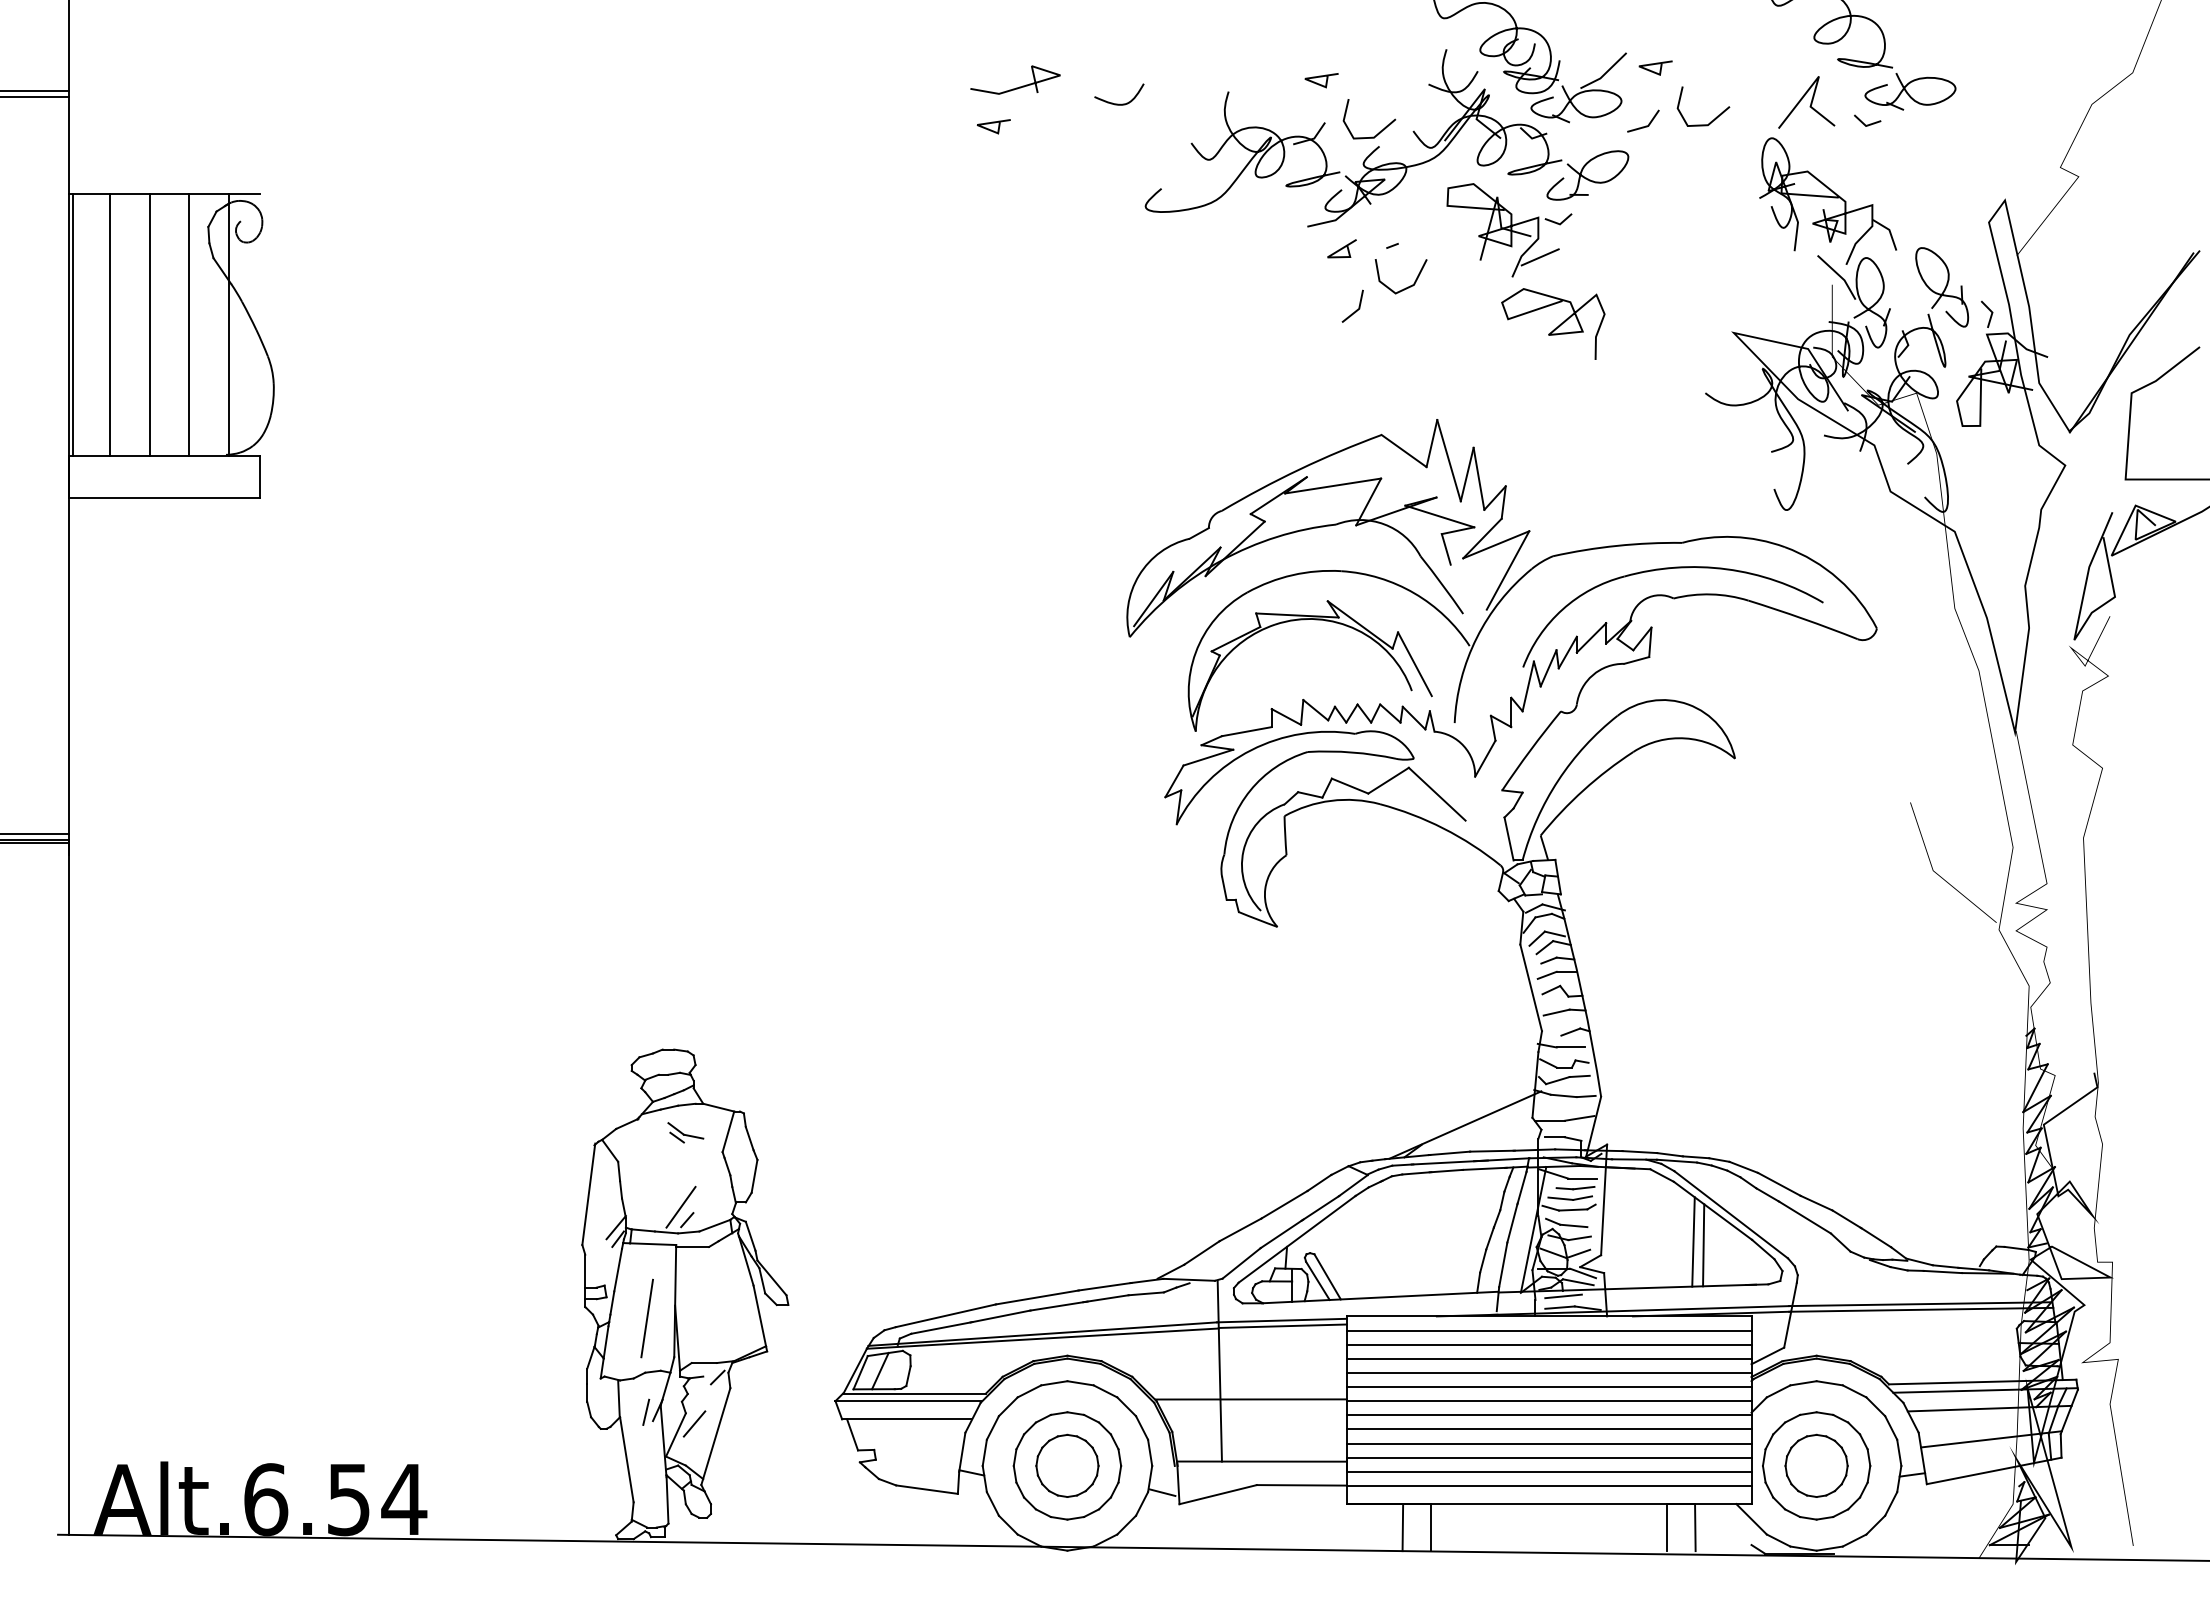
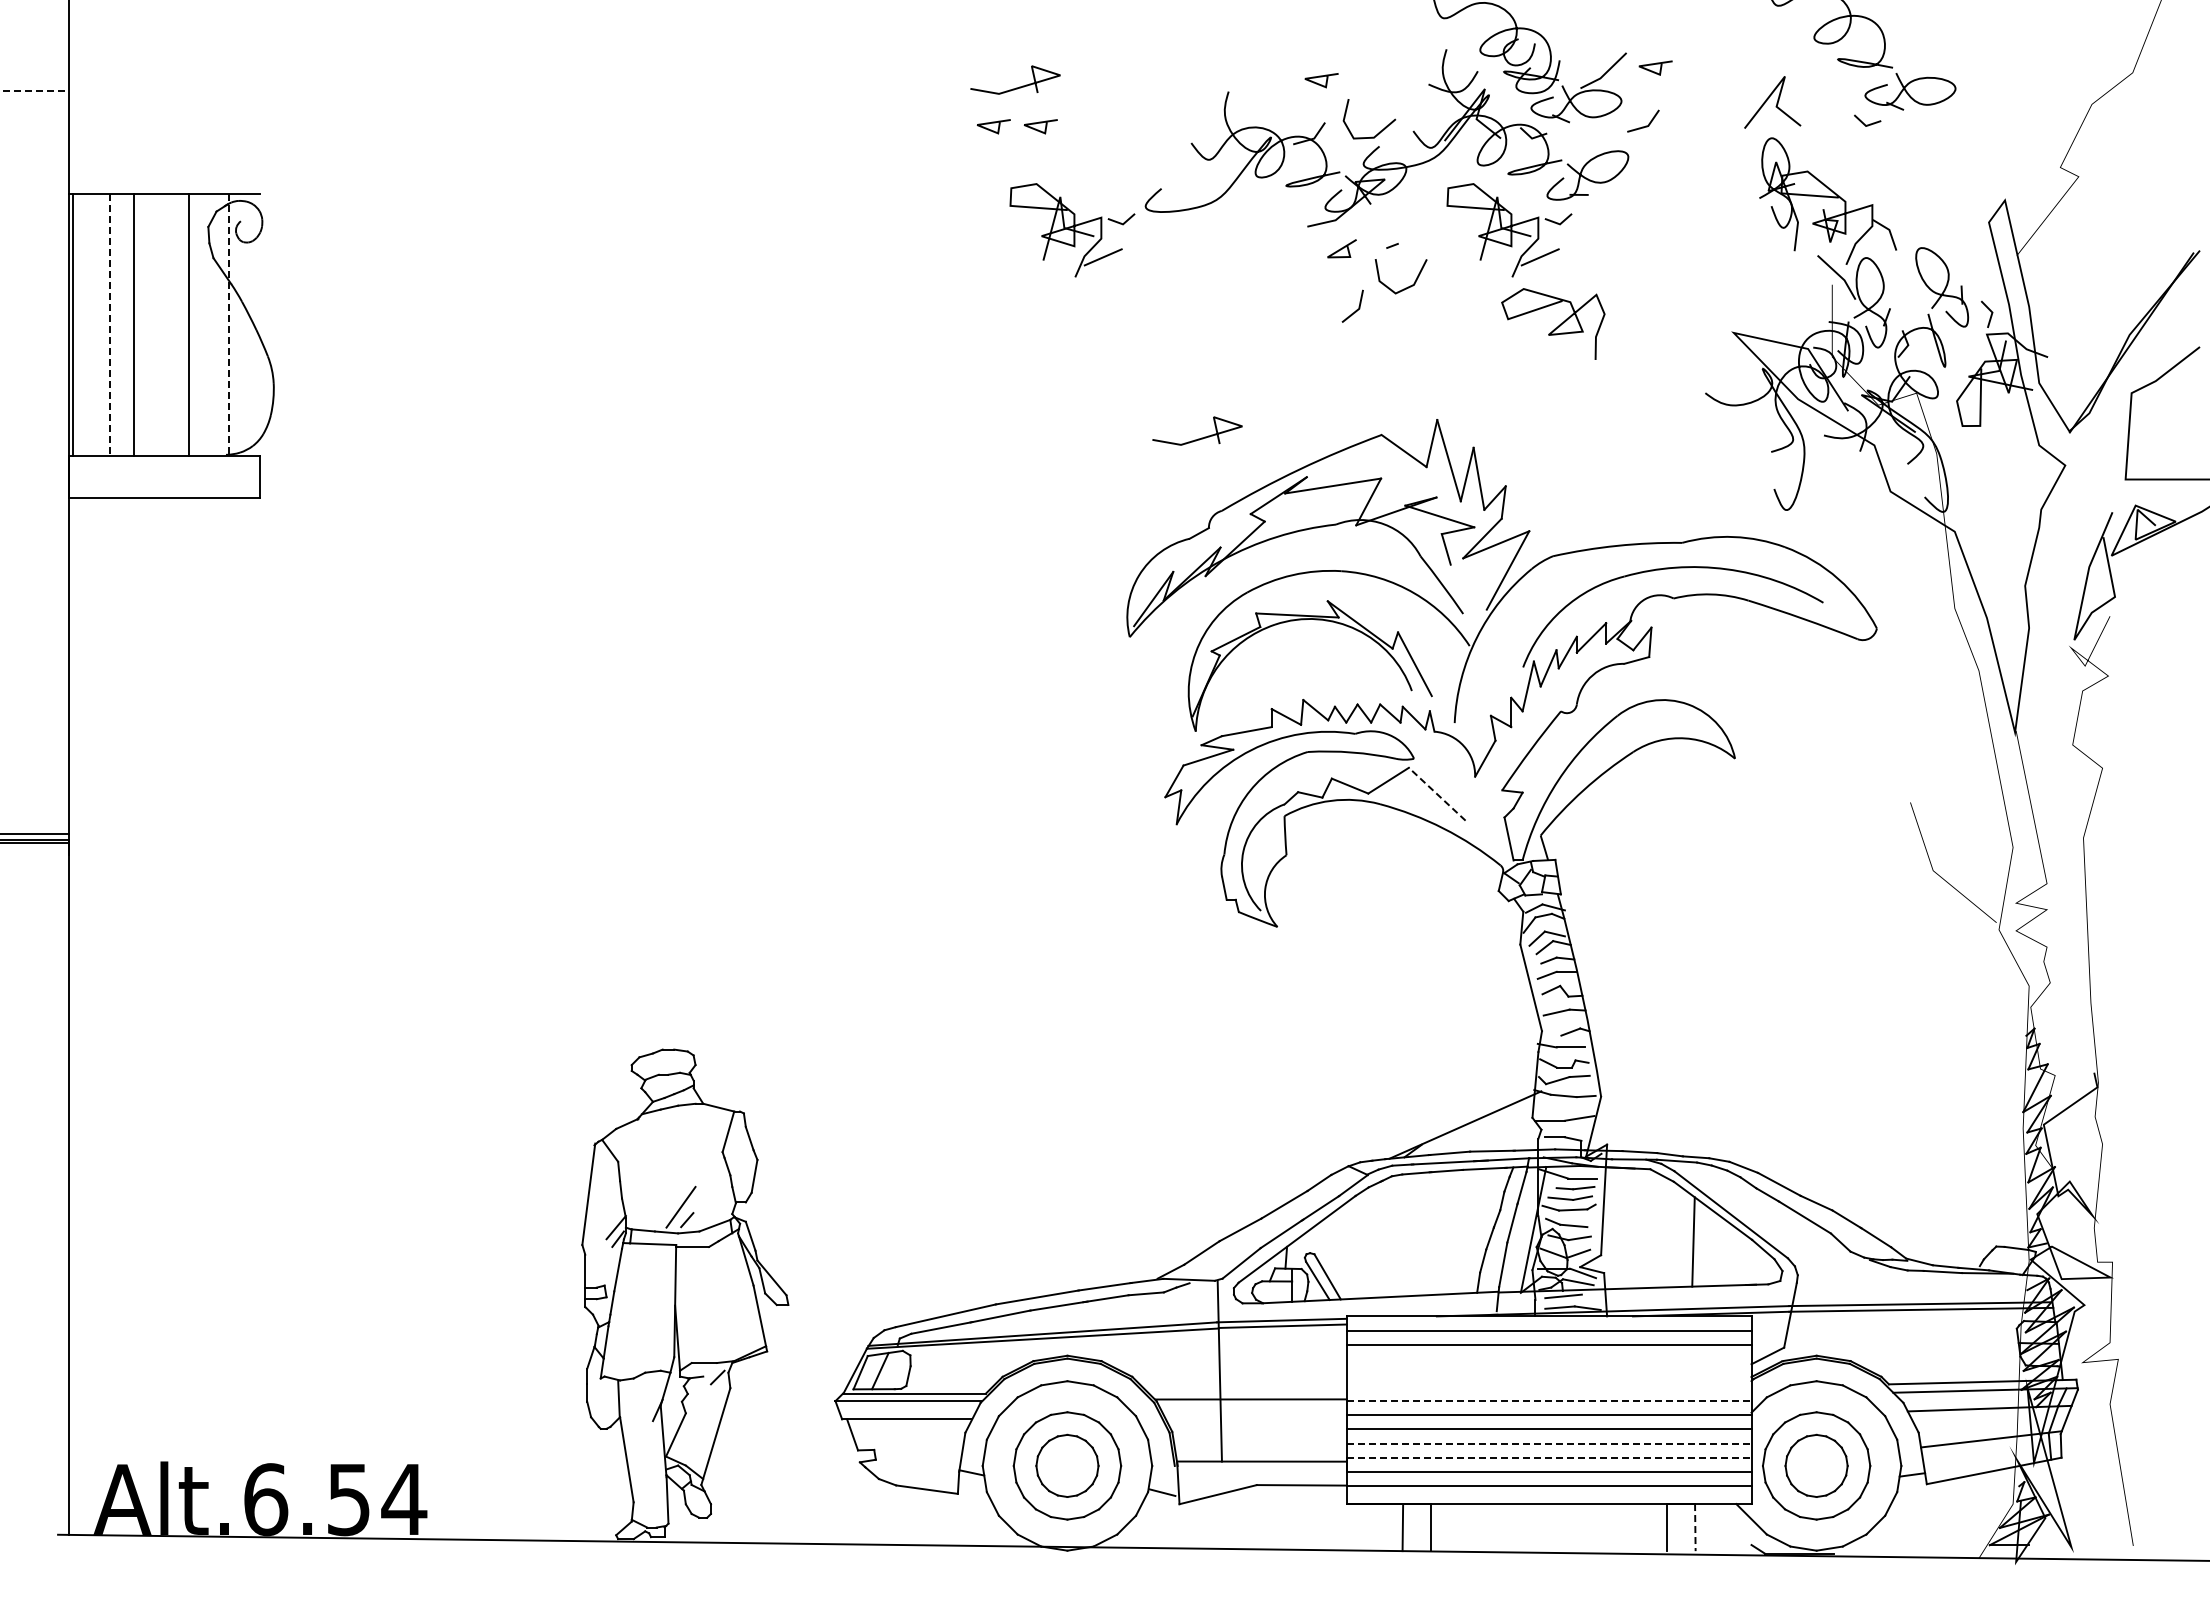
line at (34, 91): solid -> dashed
line at (35, 97): present -> none
line at (1810, 102) position: (1810, 102) -> (1776, 102)
curve at (1119, 103): present -> none
line at (1715, 117): present -> none
line at (1040, 123): none -> present
part at (1072, 230): none -> present
line at (110, 324): solid -> dashed
line at (149, 324) position: (149, 324) -> (133, 324)
line at (228, 324): solid -> dashed
line at (1201, 437): none -> present
line at (1437, 794): solid -> dashed
part at (685, 1132): present -> none
line at (1703, 1245): present -> none
line at (646, 1318): present -> none
line at (1548, 1358): present -> none
line at (1548, 1372): present -> none
line at (1548, 1387): present -> none
line at (1549, 1401): solid -> dashed
line at (646, 1411): present -> none
line at (694, 1423): present -> none
line at (1549, 1443): solid -> dashed
line at (1549, 1457): solid -> dashed
line at (1695, 1527): solid -> dashed
